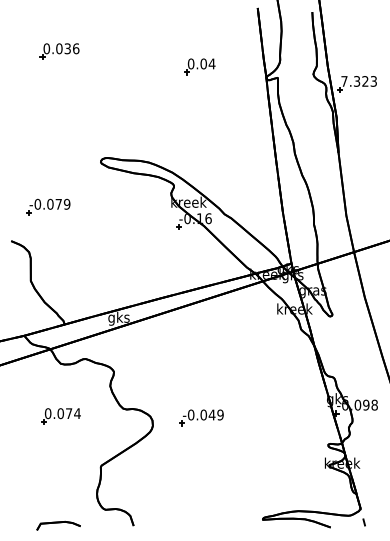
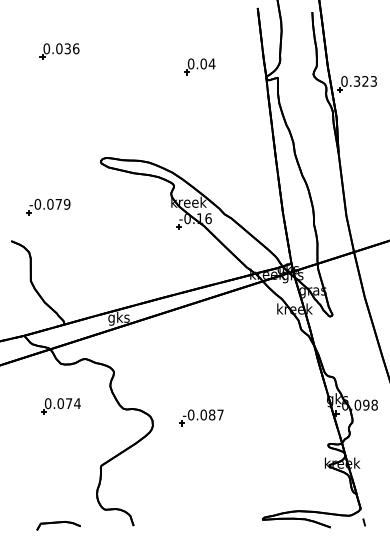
text at (344, 81): 7.323 -> 0.323
text at (215, 414): -0.049 -> -0.087
part at (60, 416) position: (60, 416) -> (60, 406)
